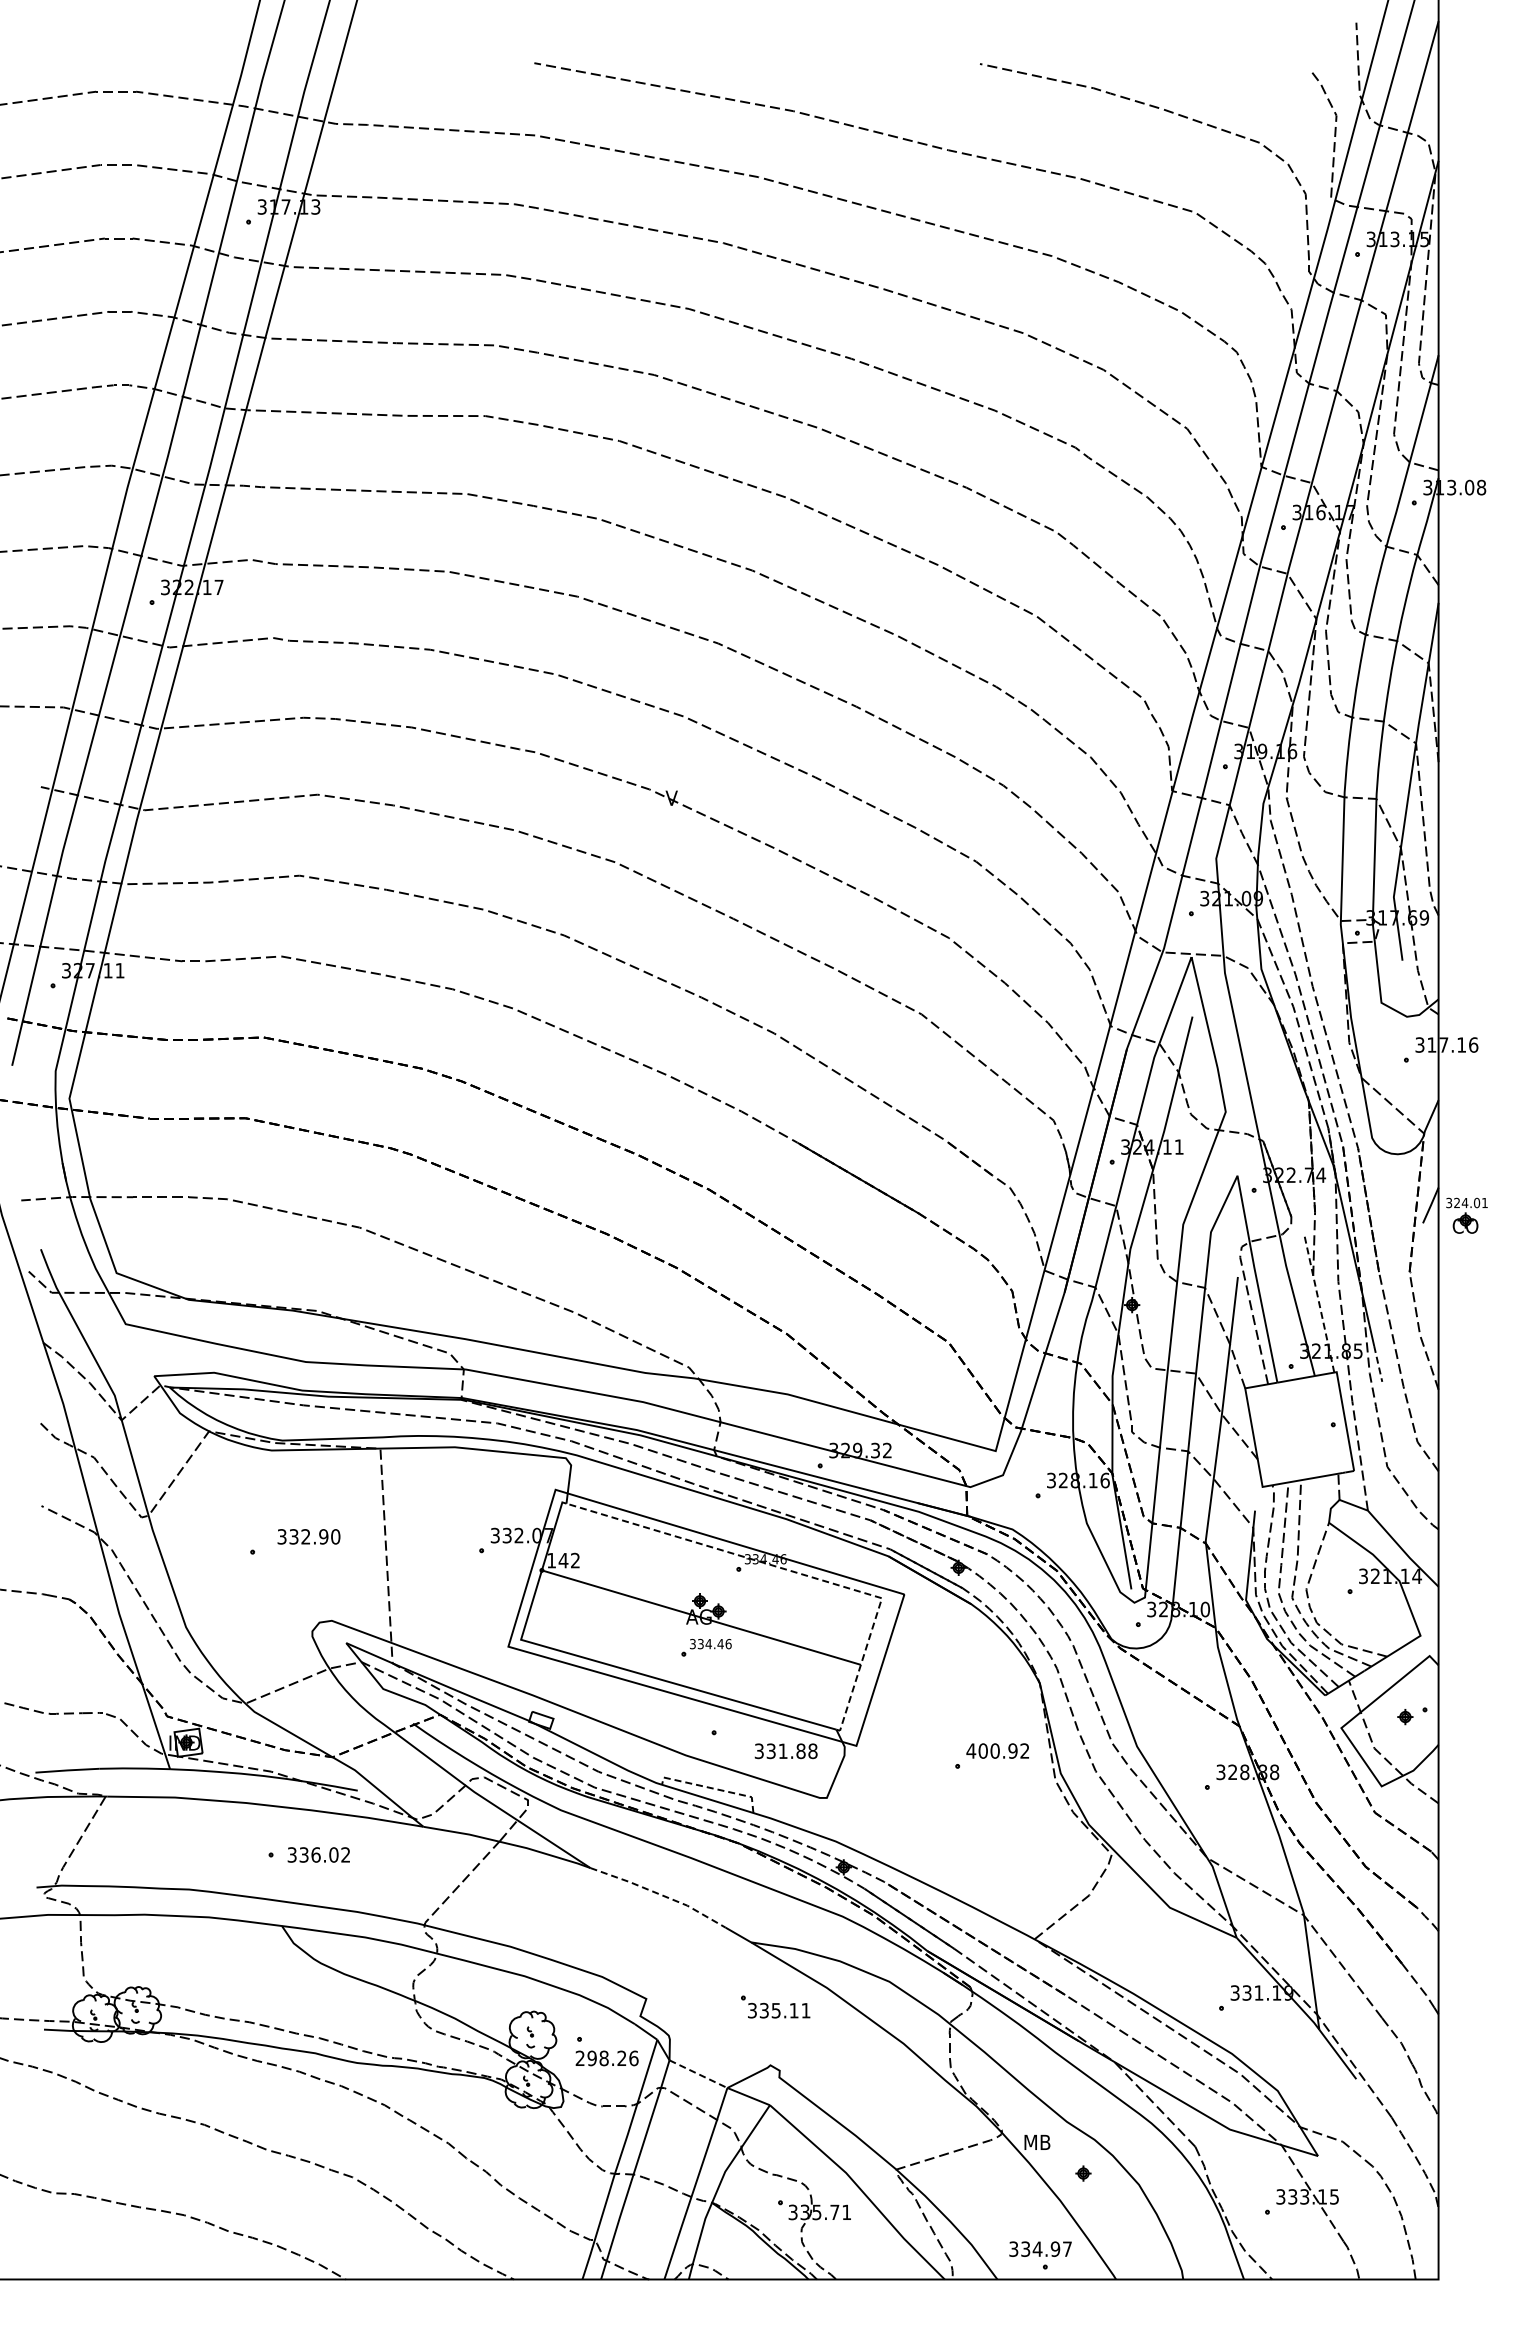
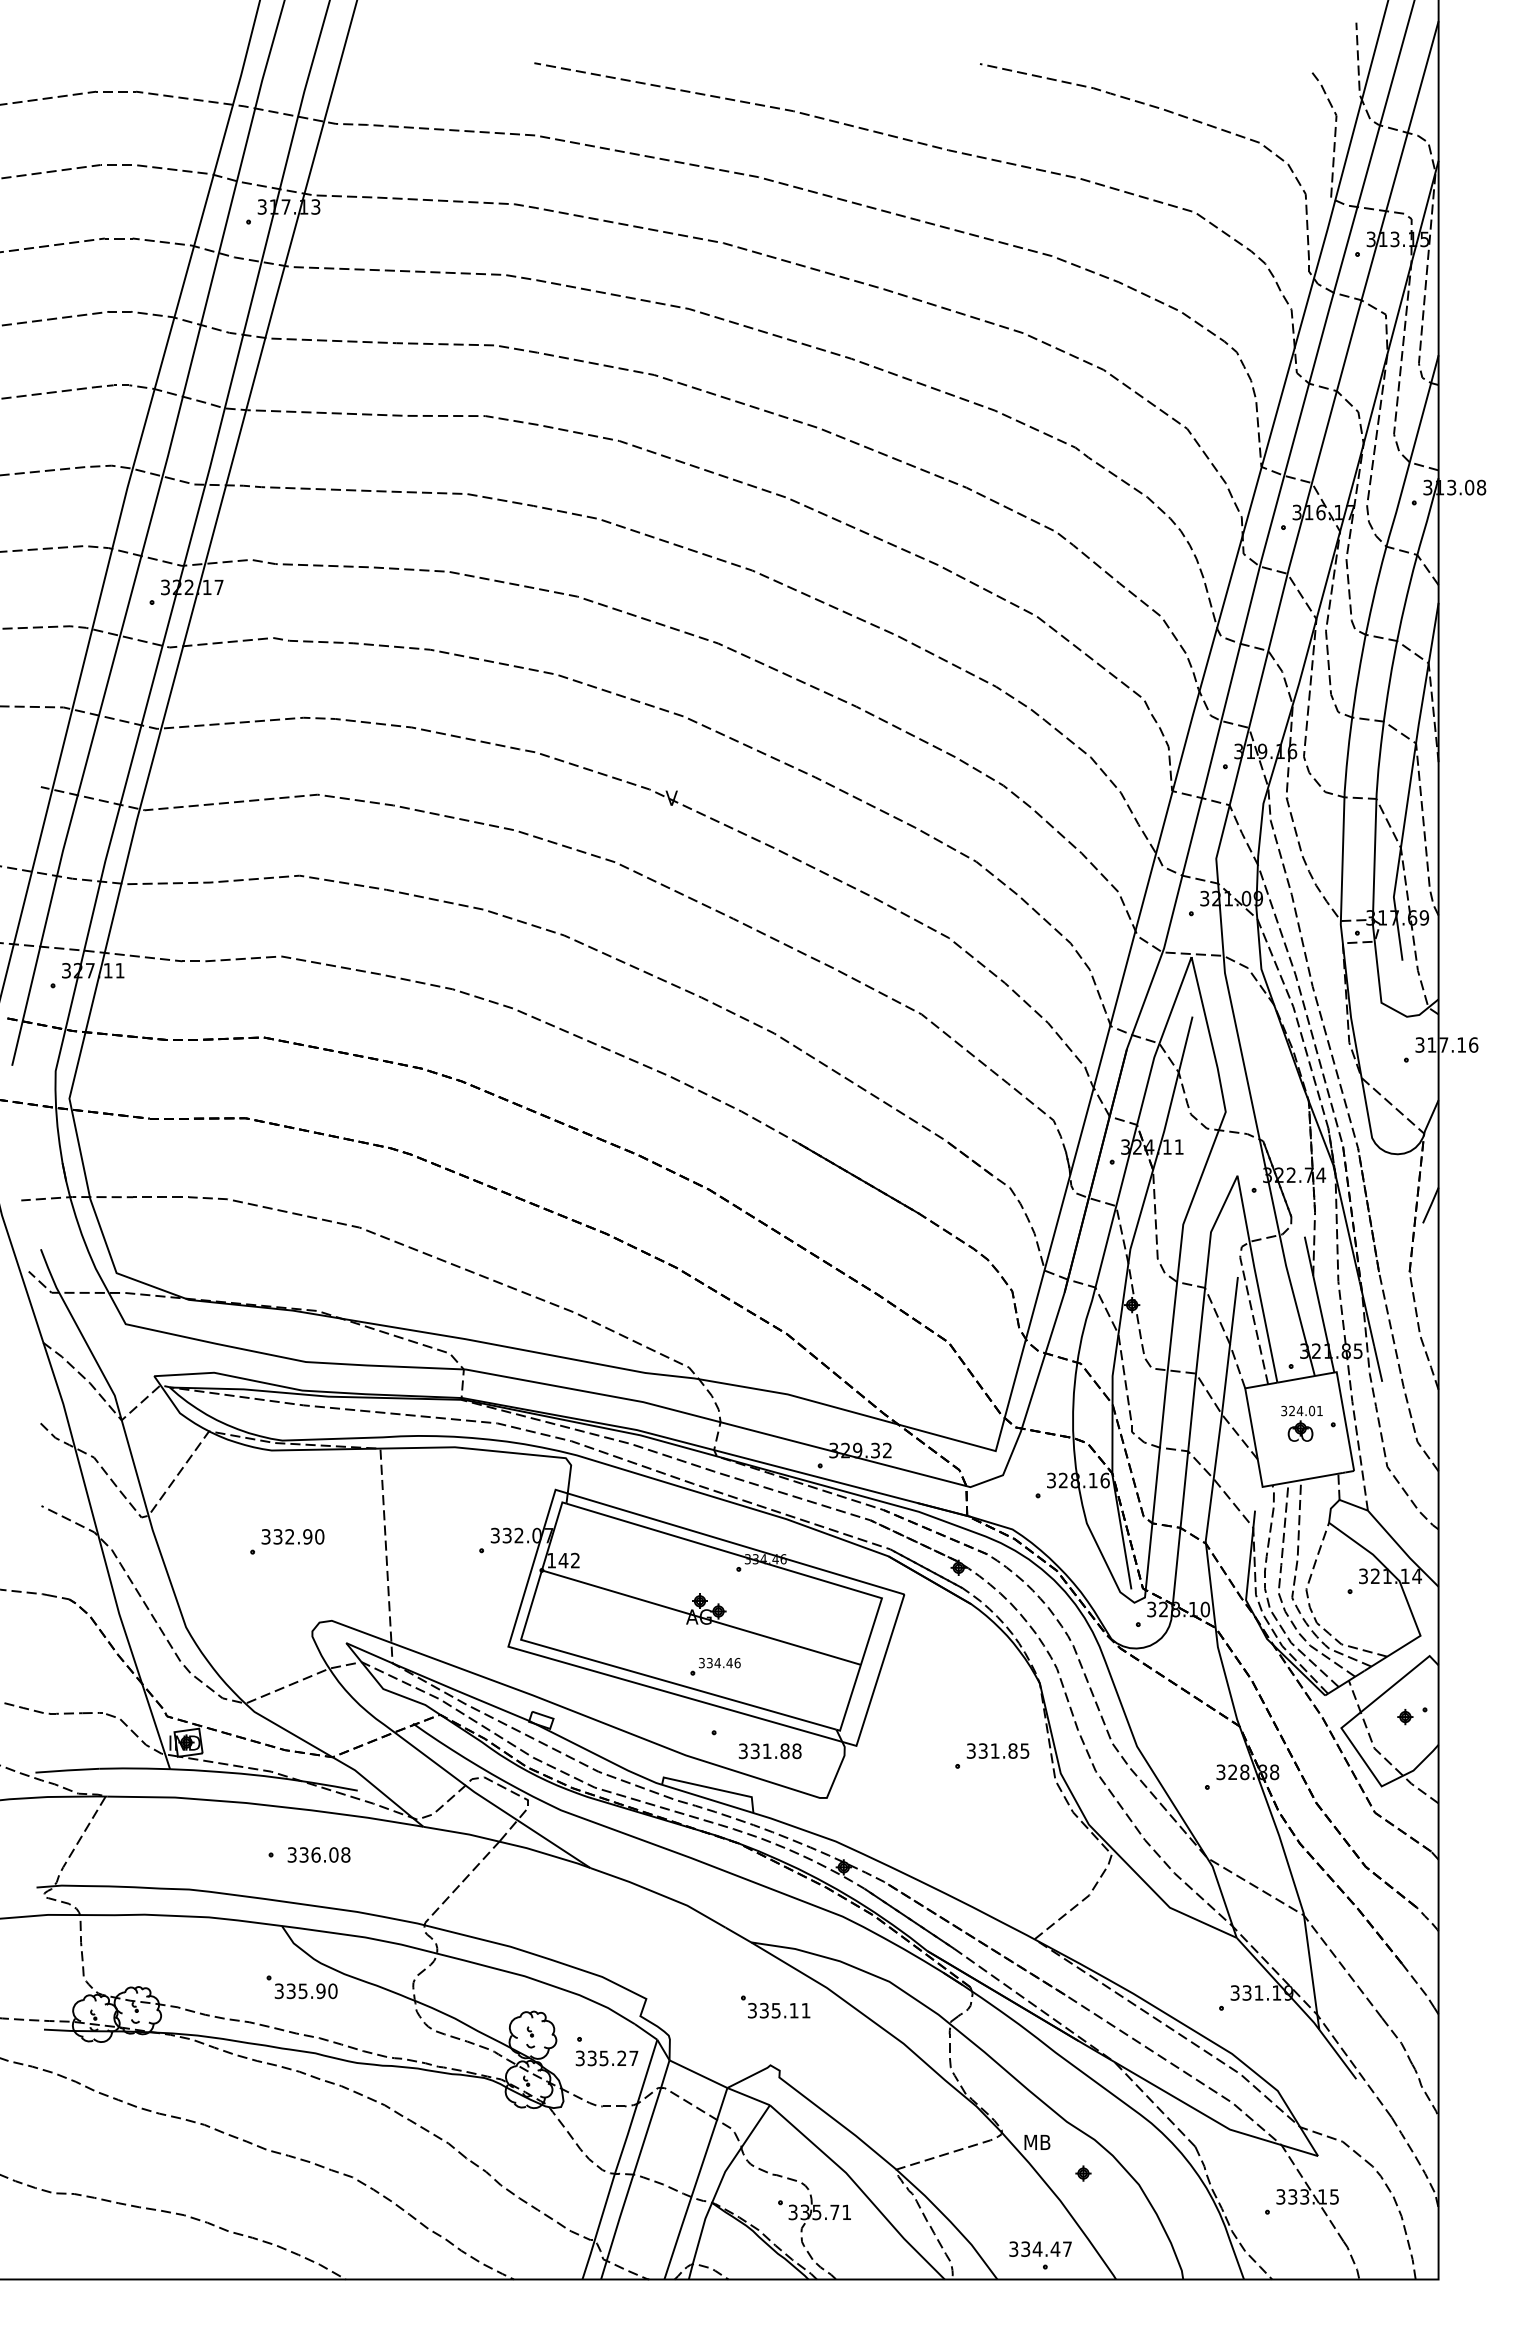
part at (1466, 1215) position: (1466, 1215) -> (1301, 1423)
line at (1319, 1304): dashed -> solid
line at (1378, 1364): dashed -> solid
text at (308, 1536) position: (308, 1536) -> (292, 1536)
line at (793, 1571): dashed -> solid
part at (706, 1647) position: (706, 1647) -> (715, 1666)
text at (997, 1750): 400.92 -> 331.85
text at (785, 1751) position: (785, 1751) -> (769, 1751)
line at (711, 1788): dashed -> solid
text at (345, 1854): 336.02 -> 336.08
line at (659, 1894): dashed -> solid
part at (301, 1987): none -> present
text at (606, 2058): 298.26 -> 335.27
line at (698, 2074): dashed -> solid
text at (1055, 2248): 334.97 -> 334.47
